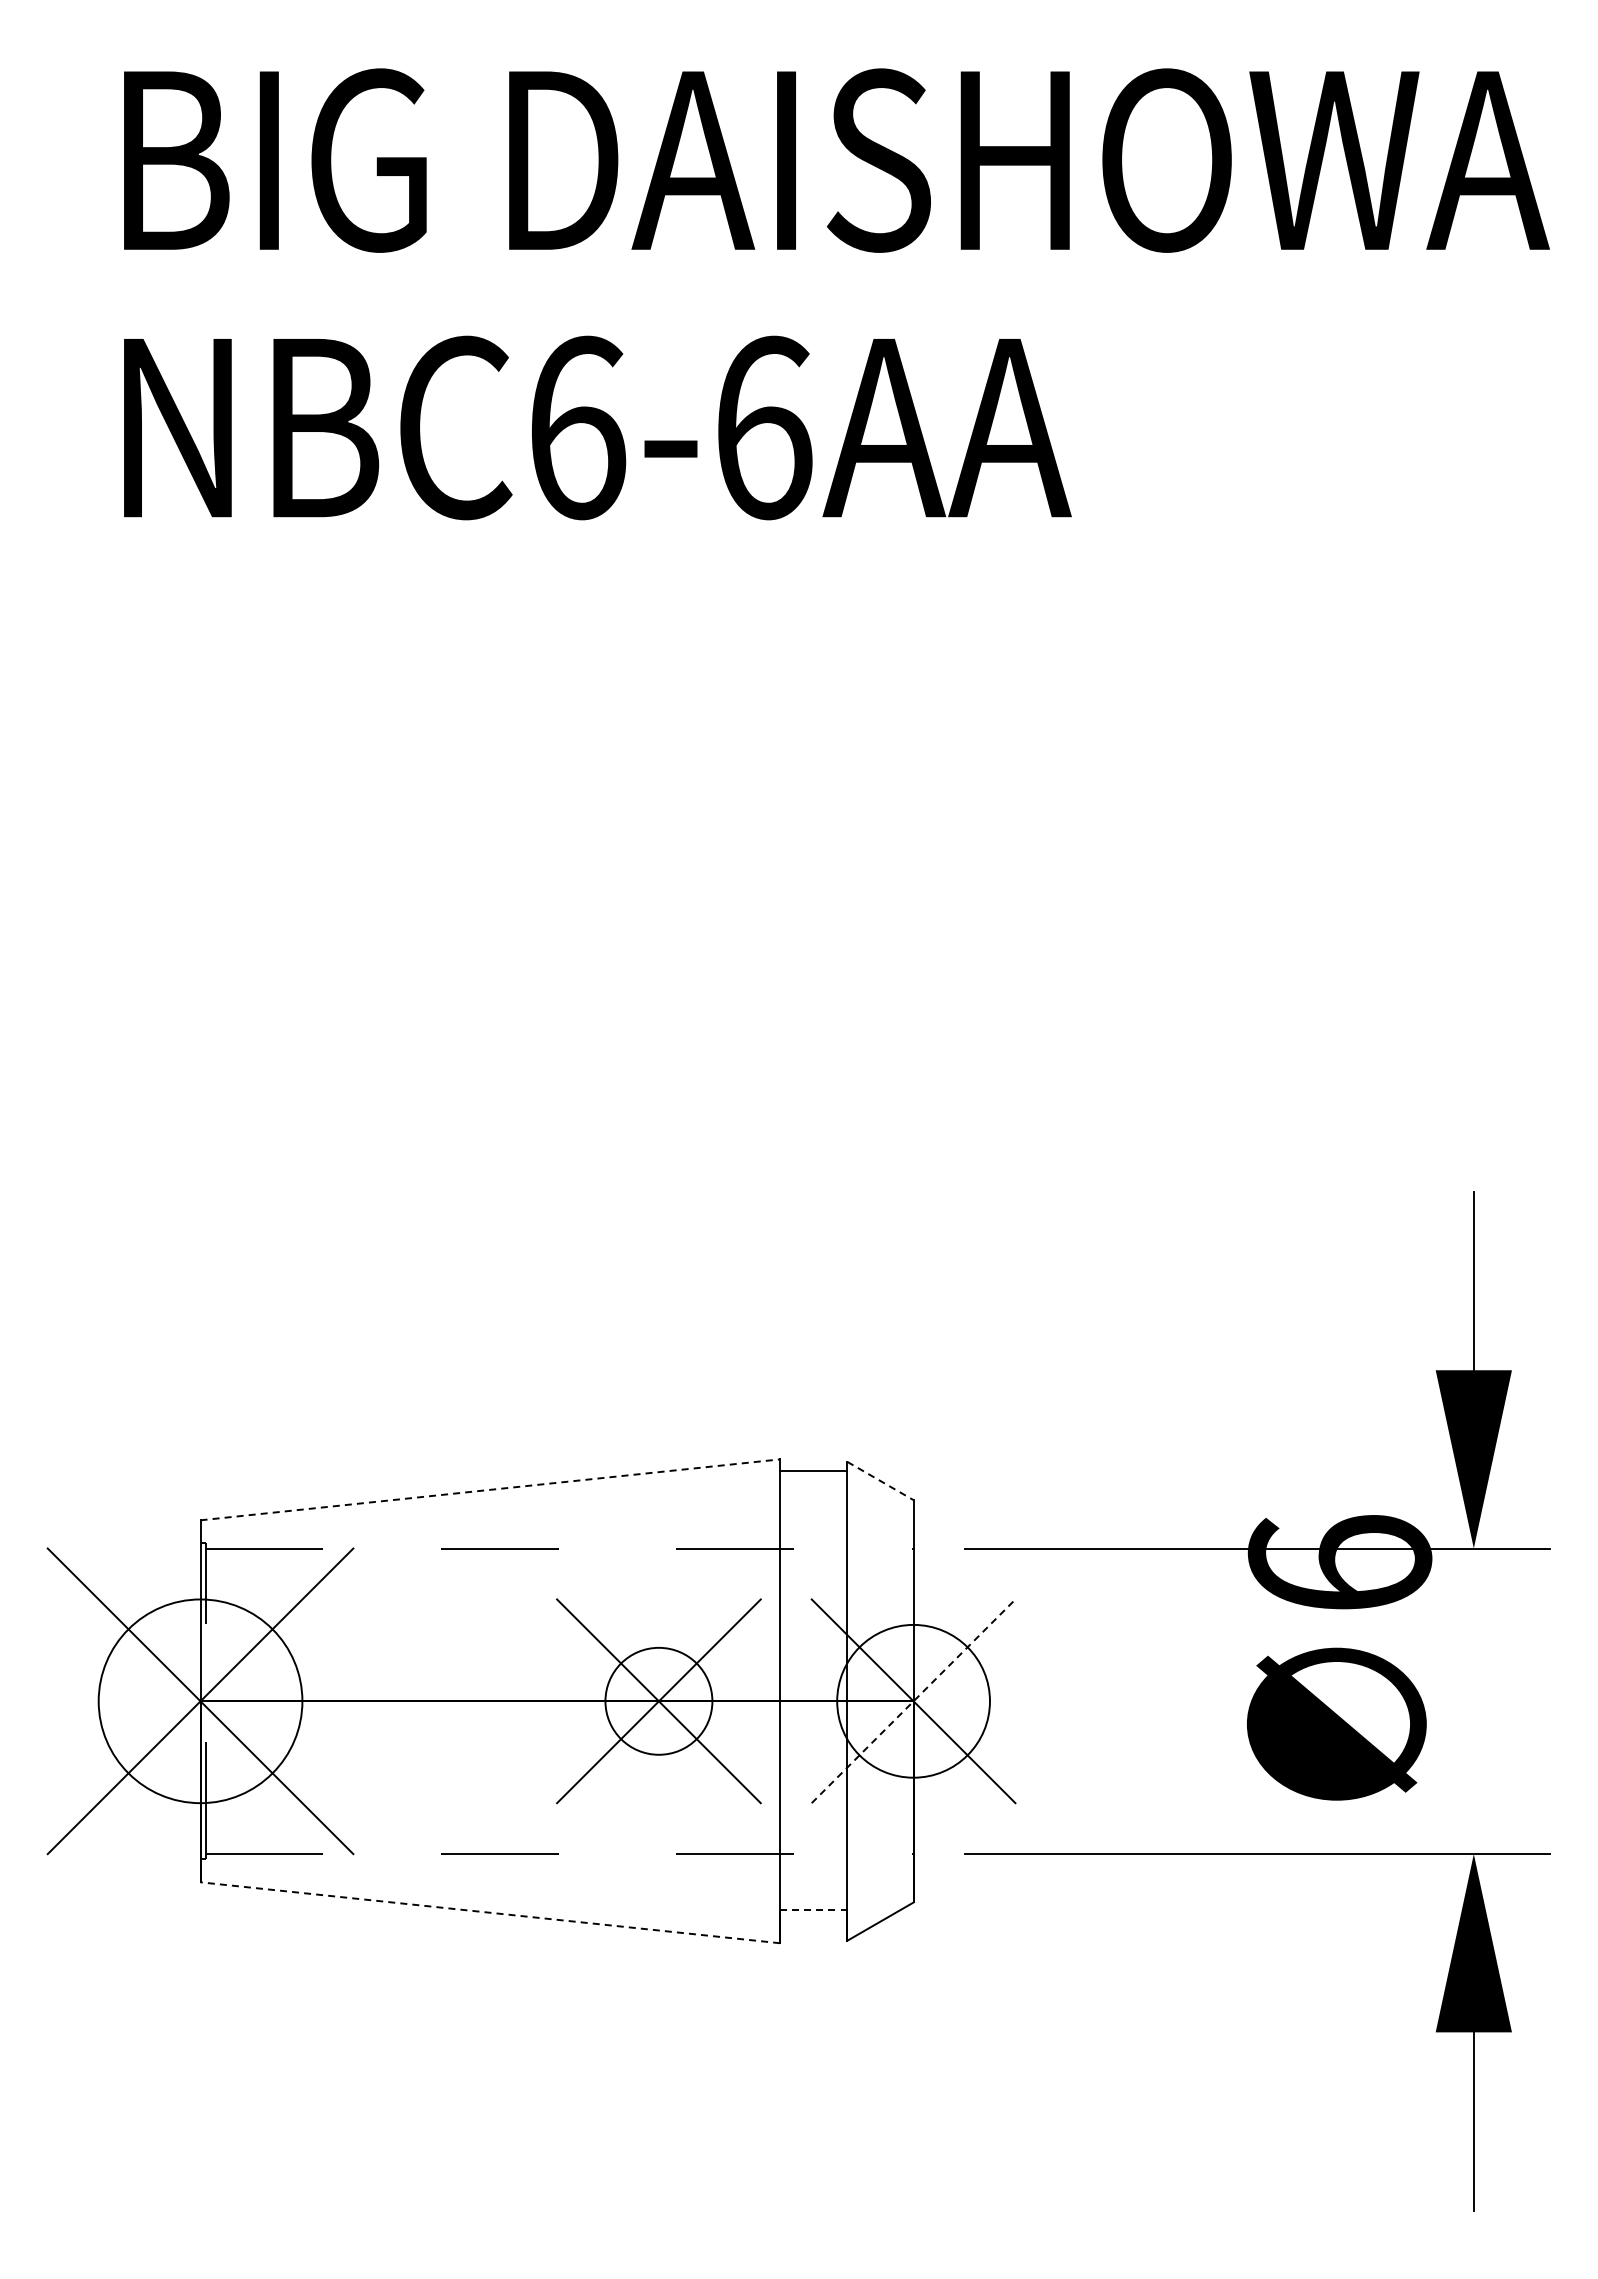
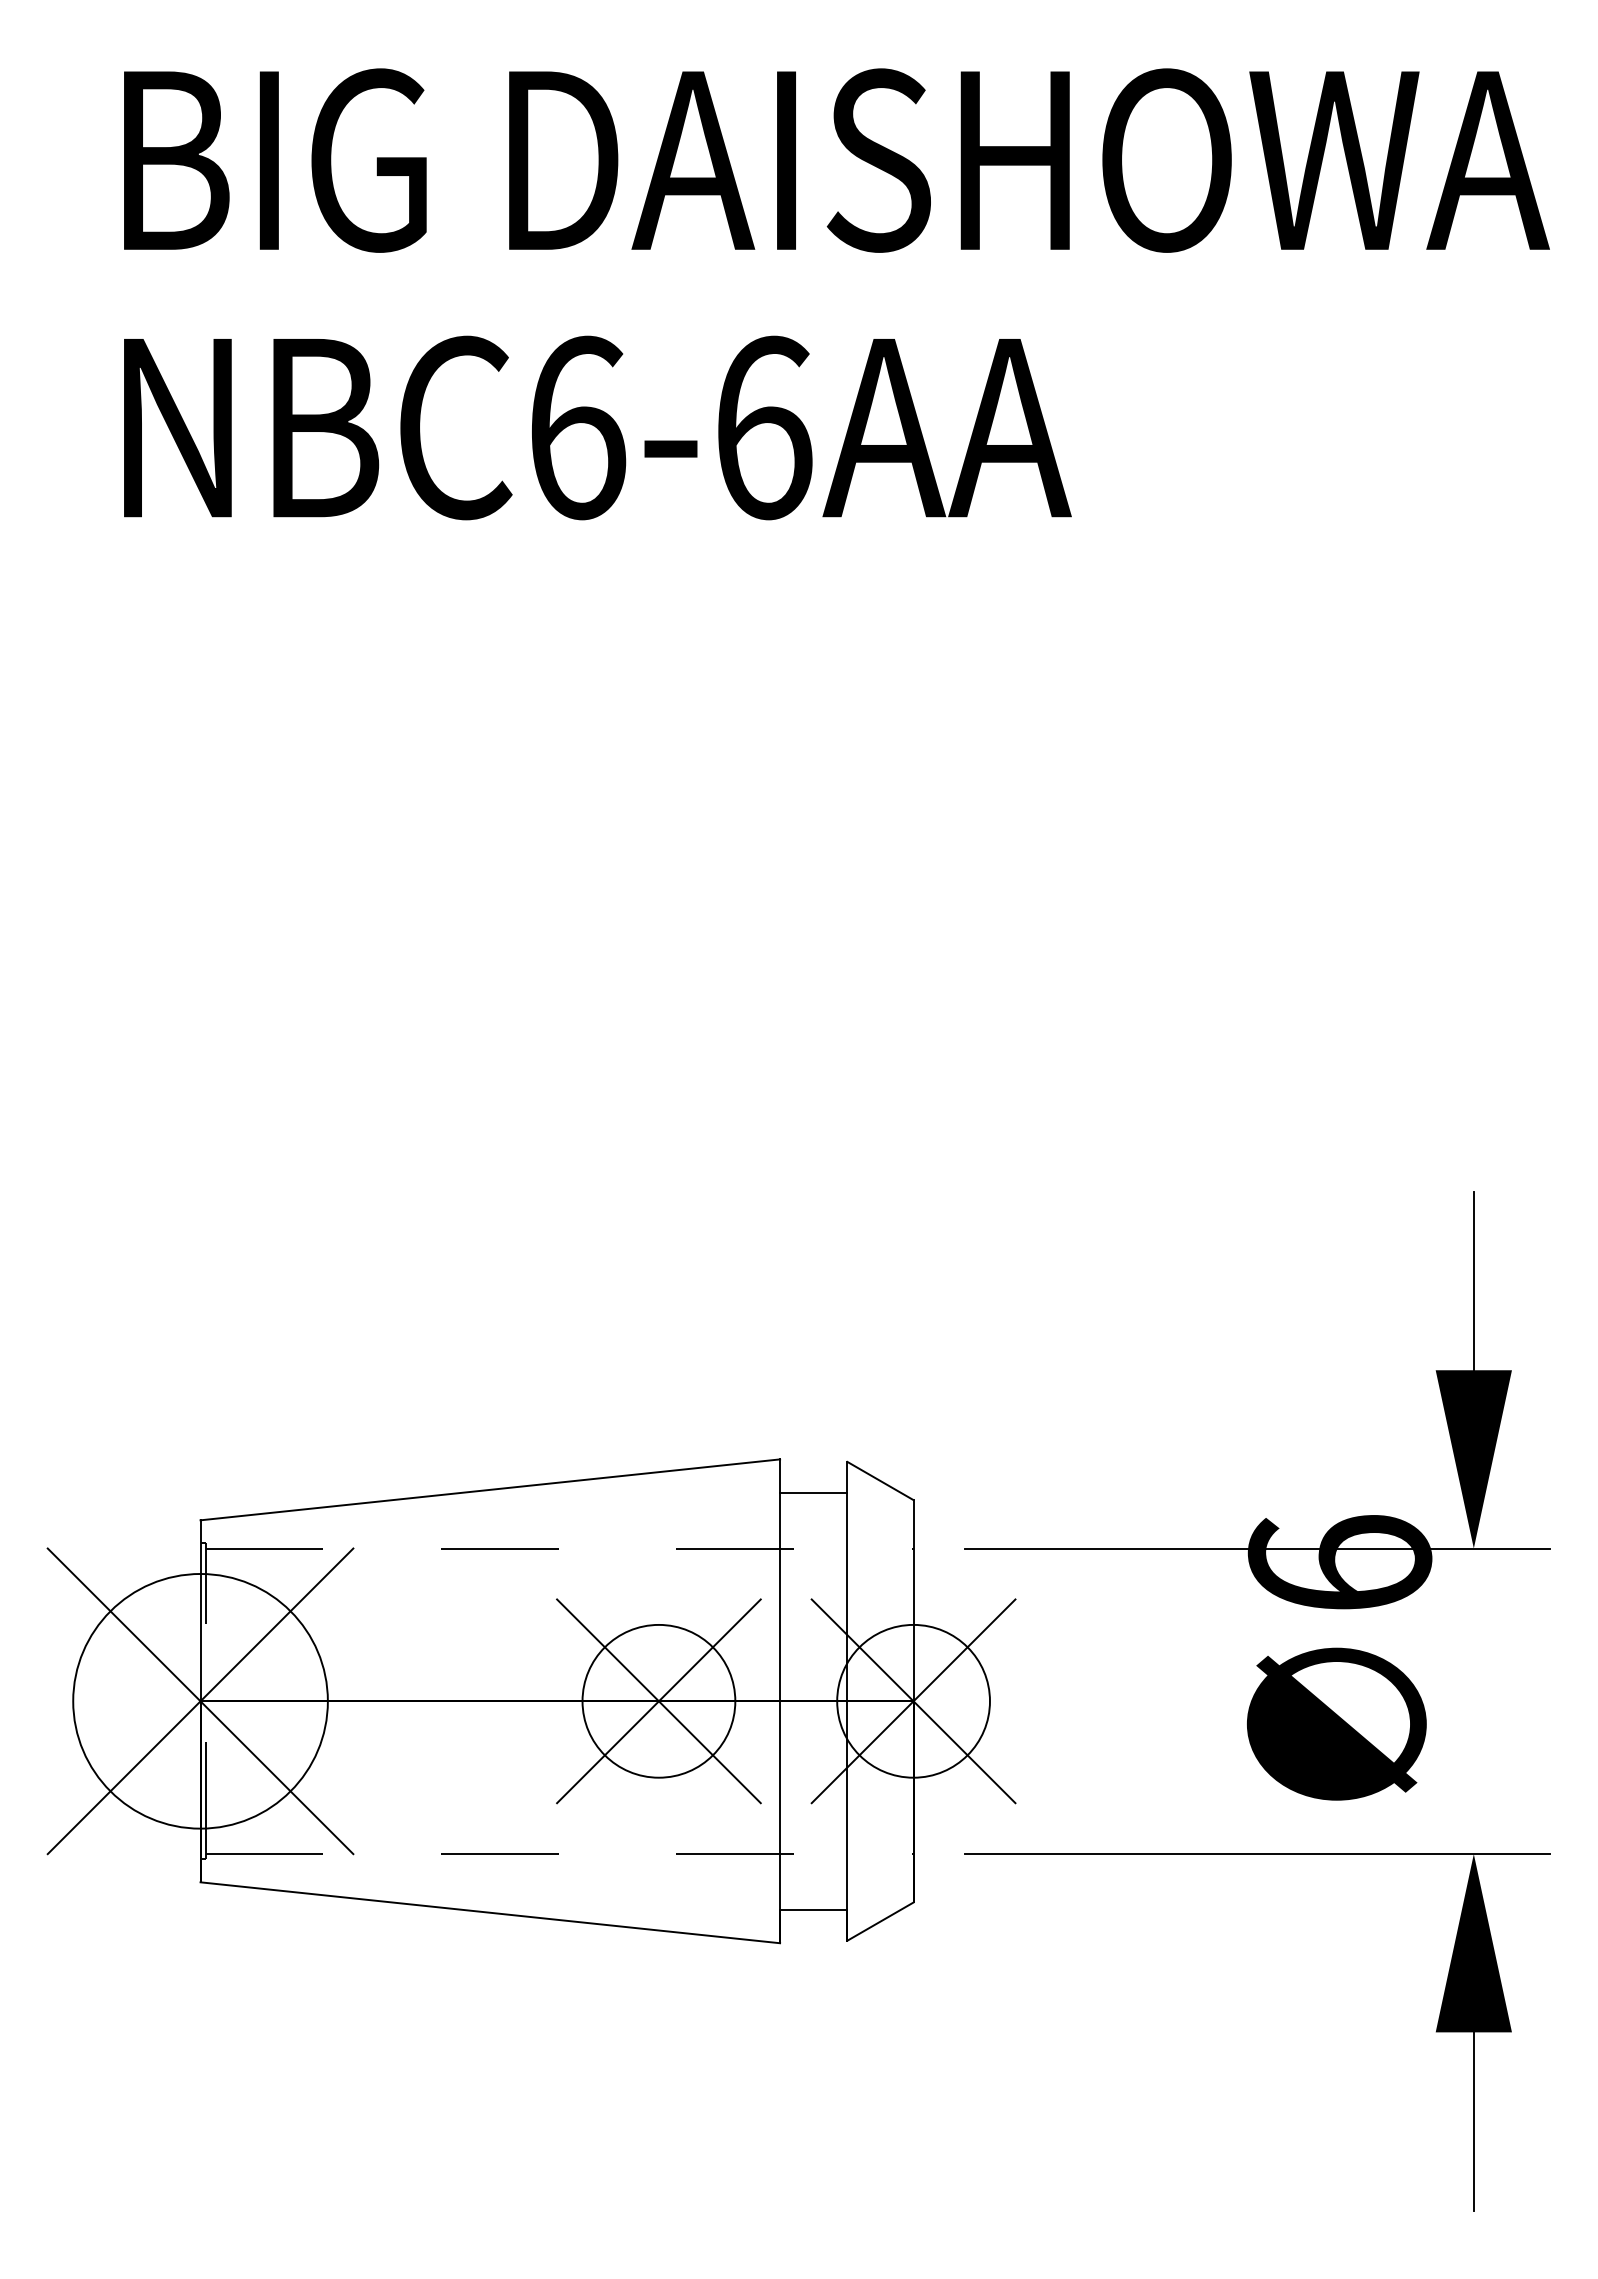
line at (813, 1470) position: (813, 1470) -> (813, 1492)
line at (880, 1481): dashed -> solid
line at (490, 1489): dashed -> solid
circle at (658, 1700) diameter: 107 px -> 153 px
line at (913, 1700): dashed -> solid
circle at (200, 1701) diameter: 204 px -> 255 px
line at (813, 1910): dashed -> solid
line at (489, 1912): dashed -> solid
